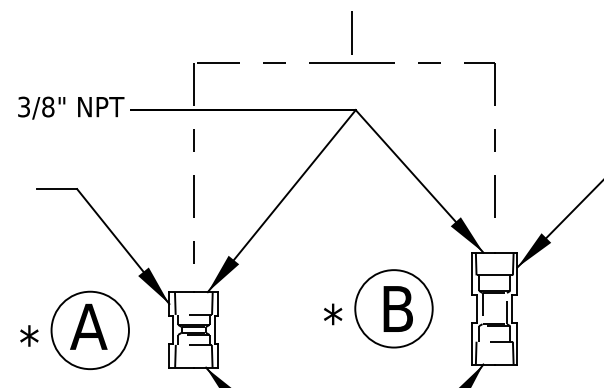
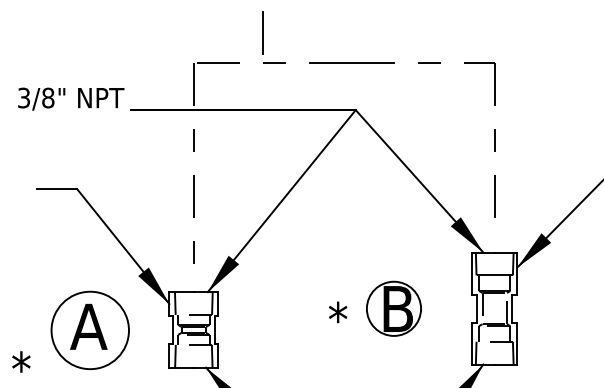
line at (351, 32) position: (351, 32) -> (262, 32)
text at (71, 107) position: (71, 107) -> (71, 98)
circle at (393, 308) diameter: 77 px -> 54 px
text at (333, 314) position: (333, 314) -> (338, 312)
text at (29, 335) position: (29, 335) -> (21, 361)
